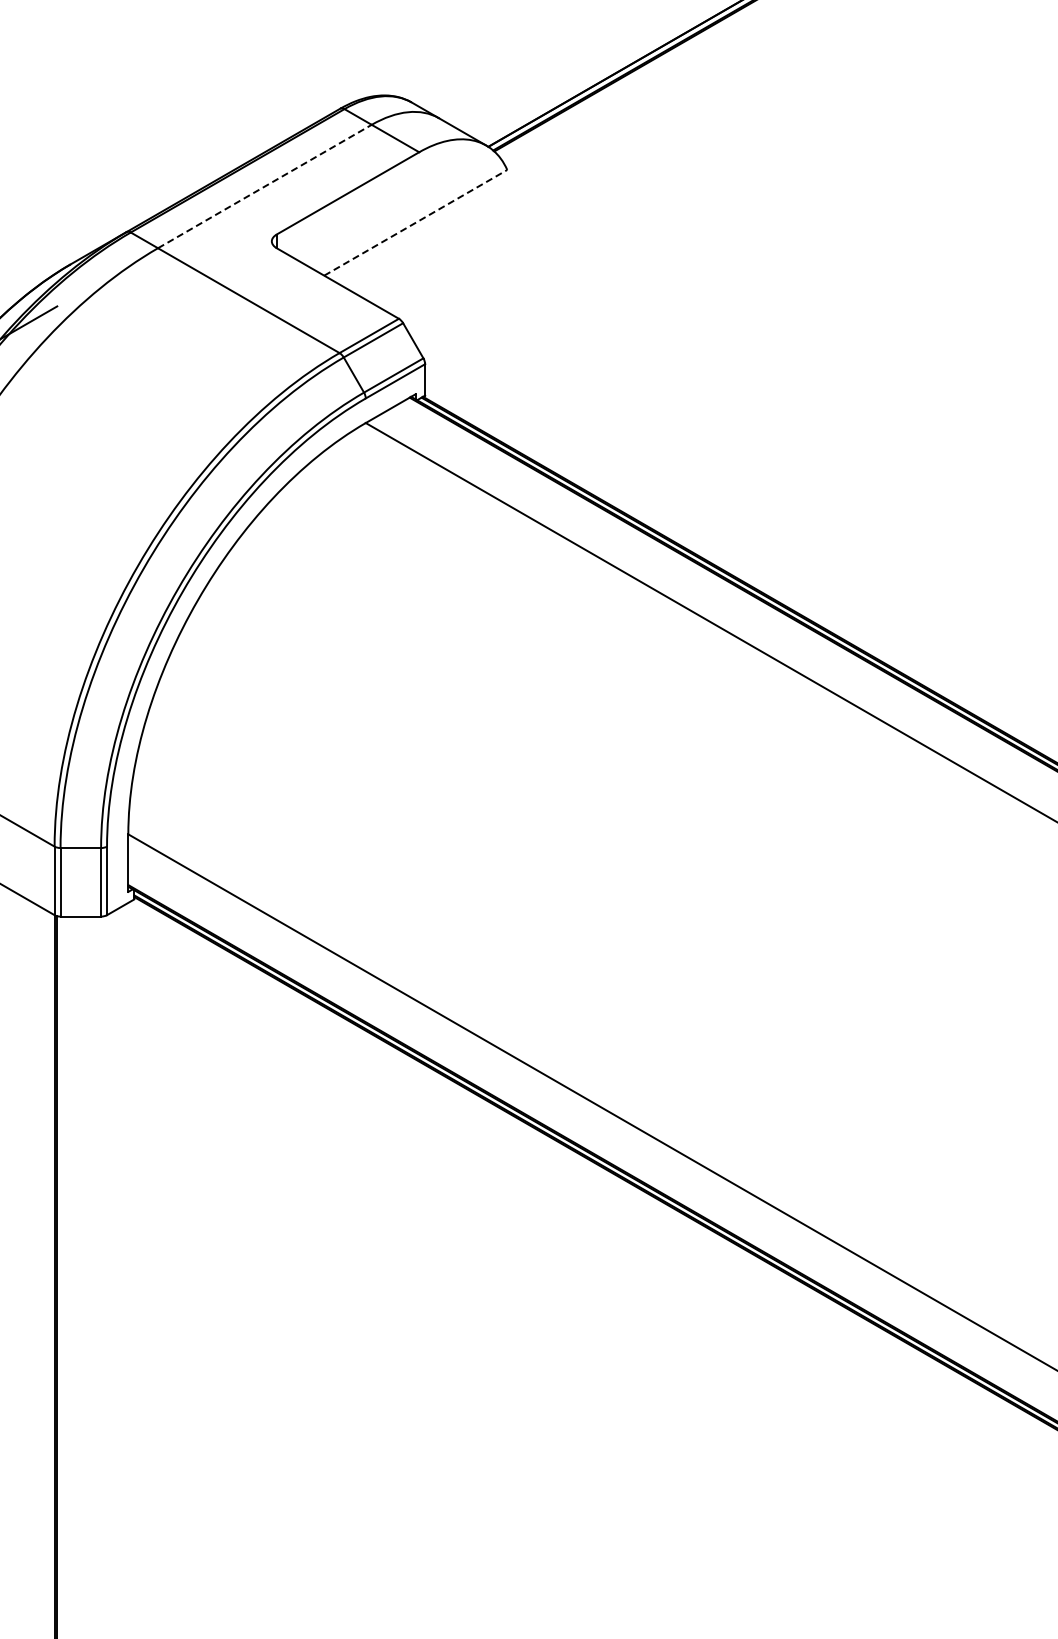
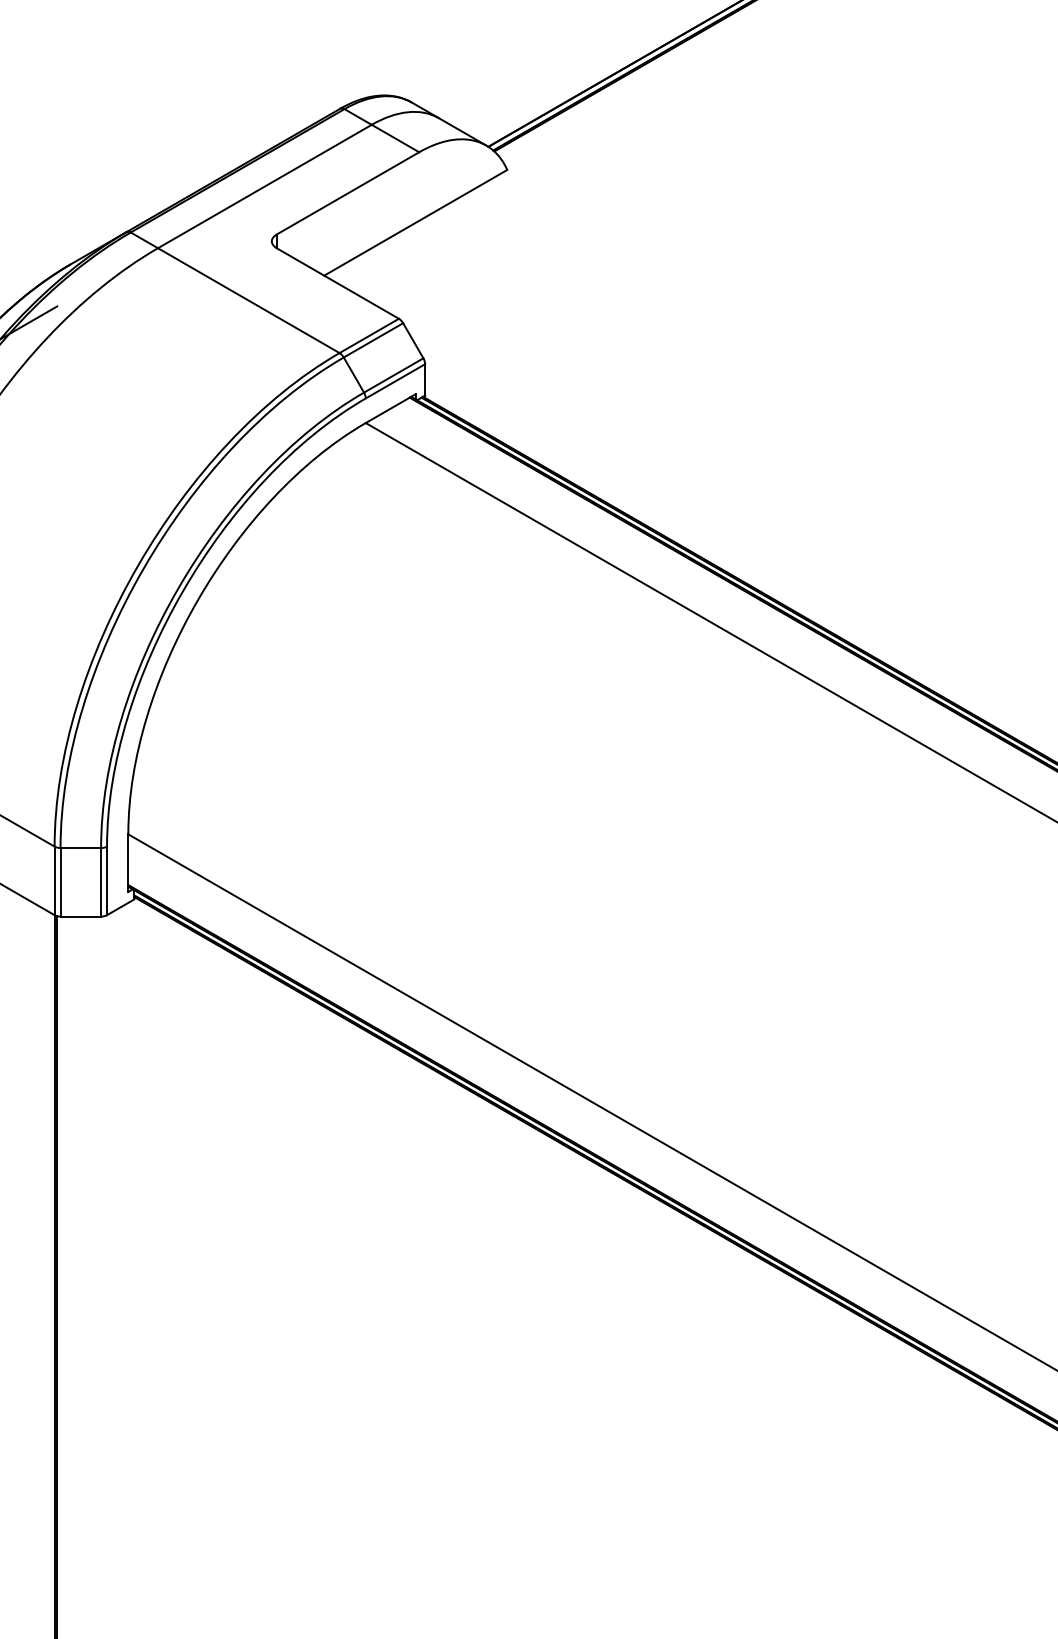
line at (265, 186): dashed -> solid
line at (415, 222): dashed -> solid
